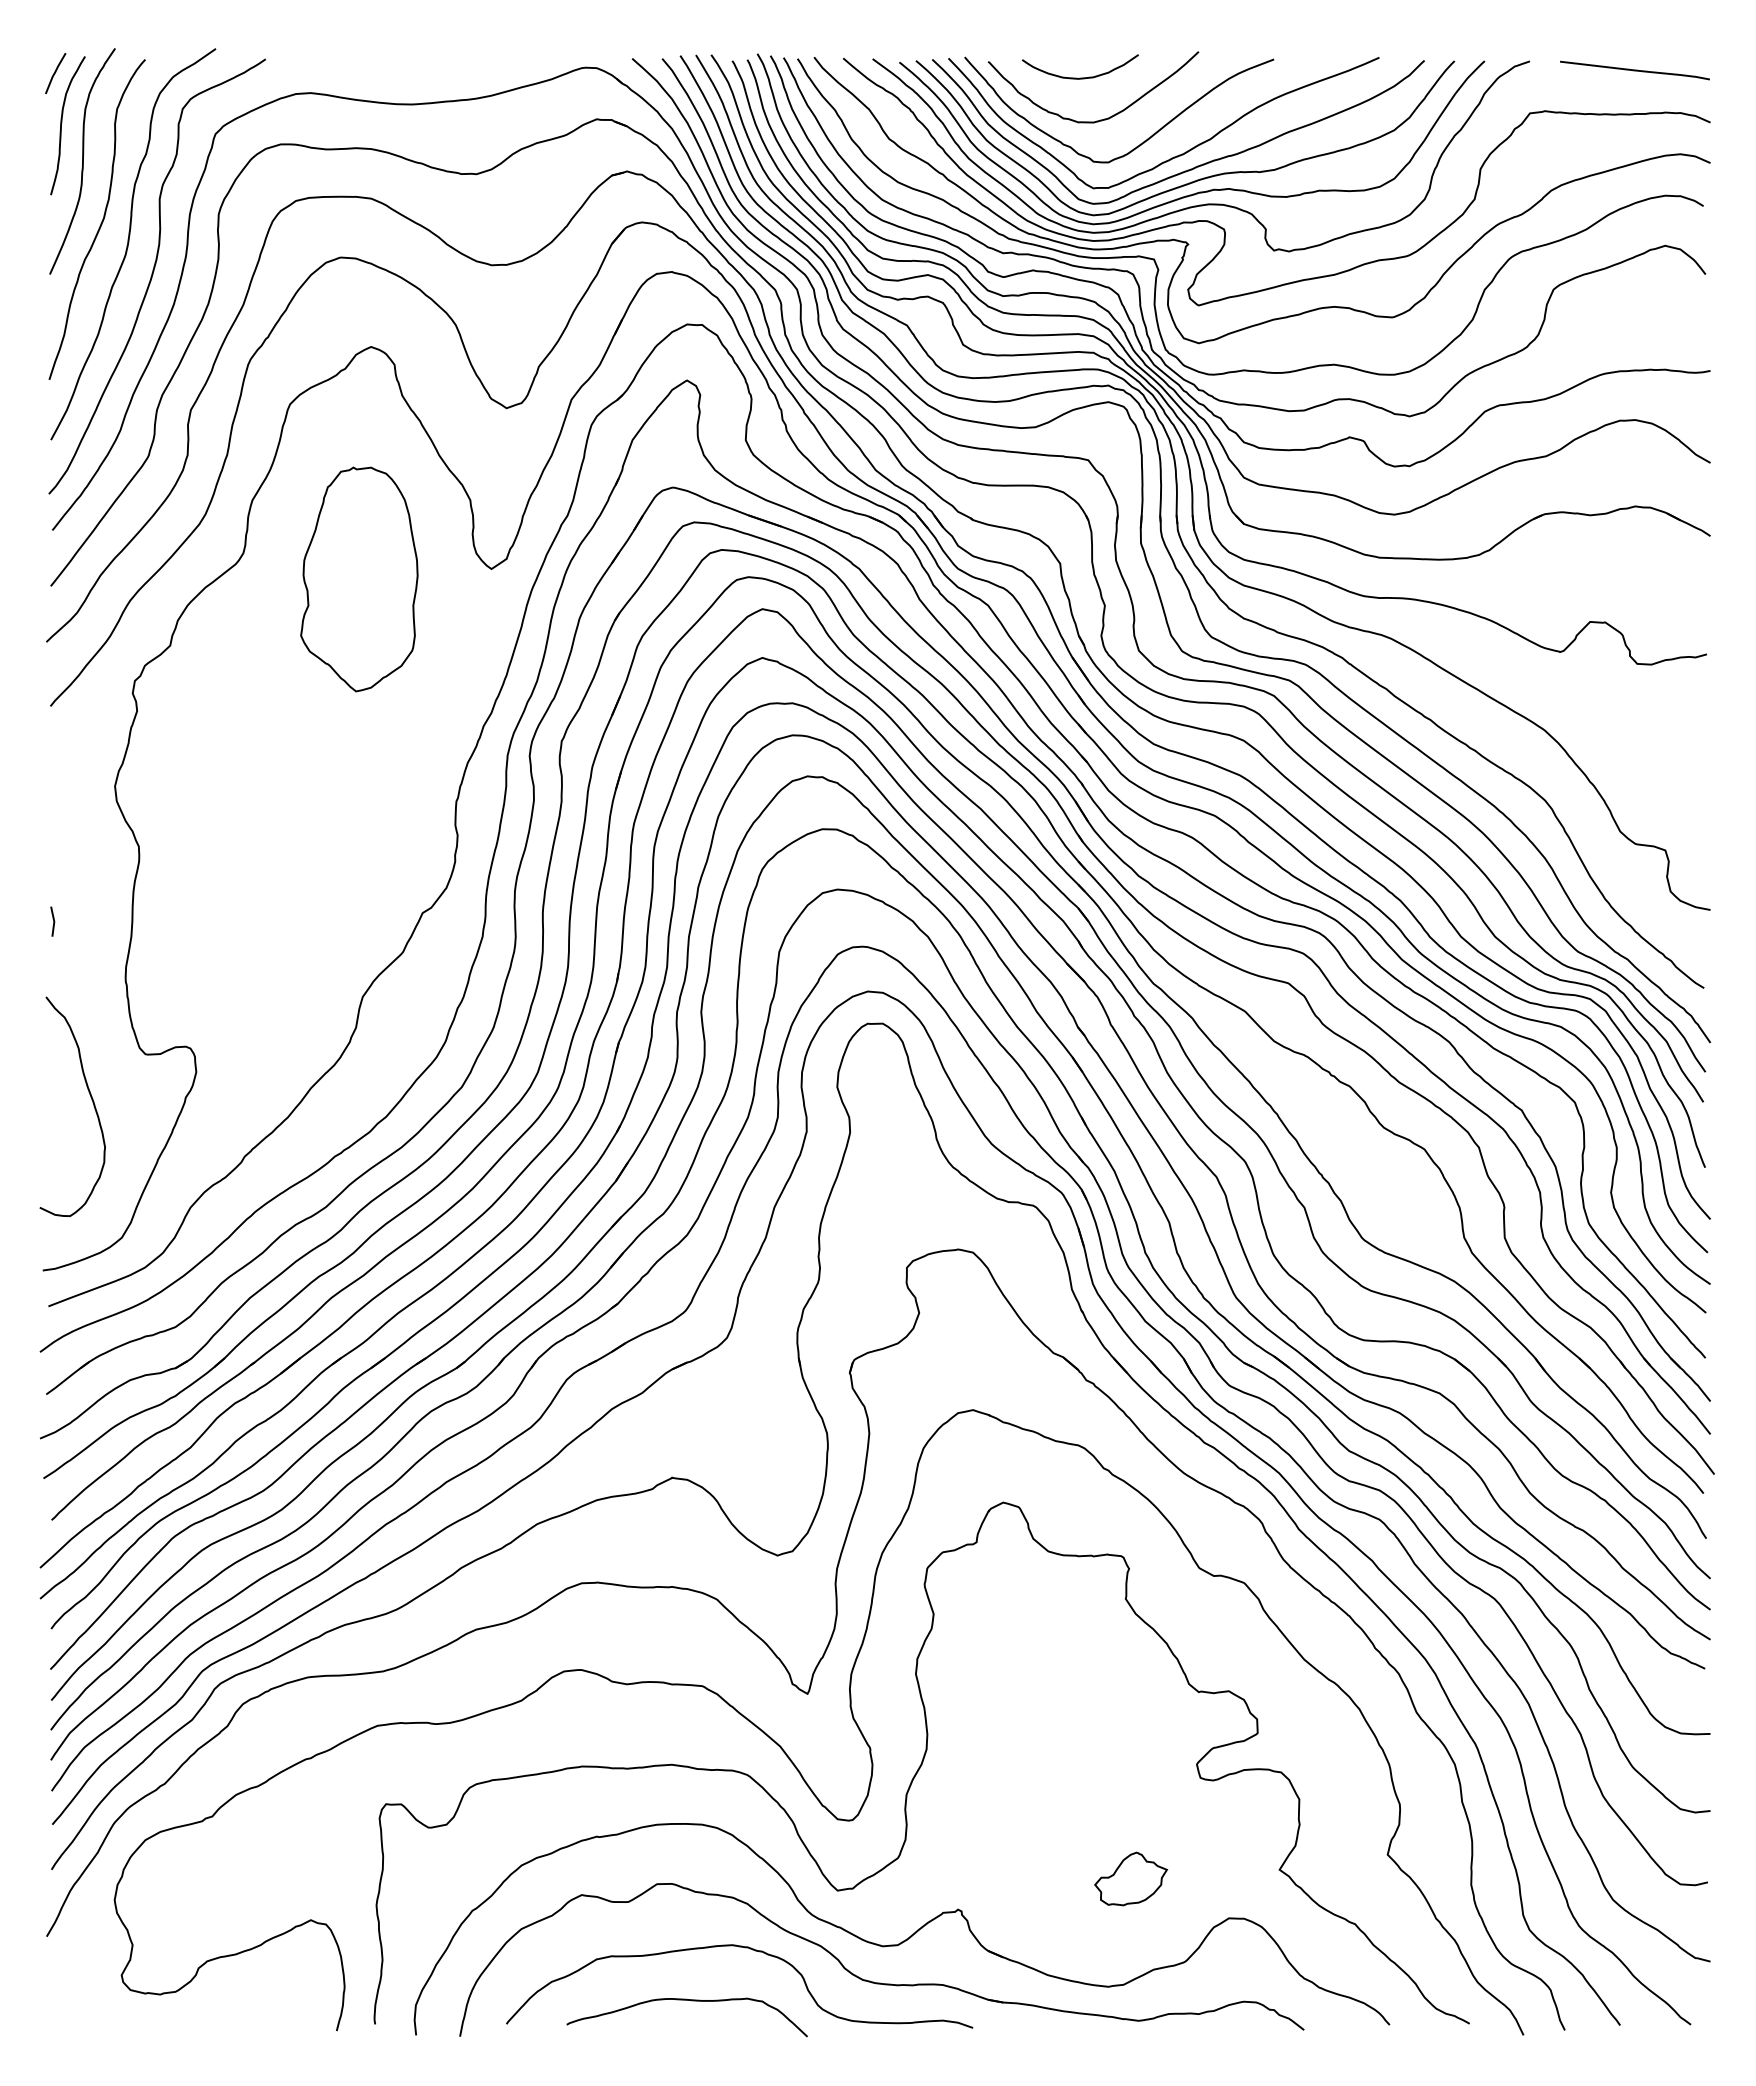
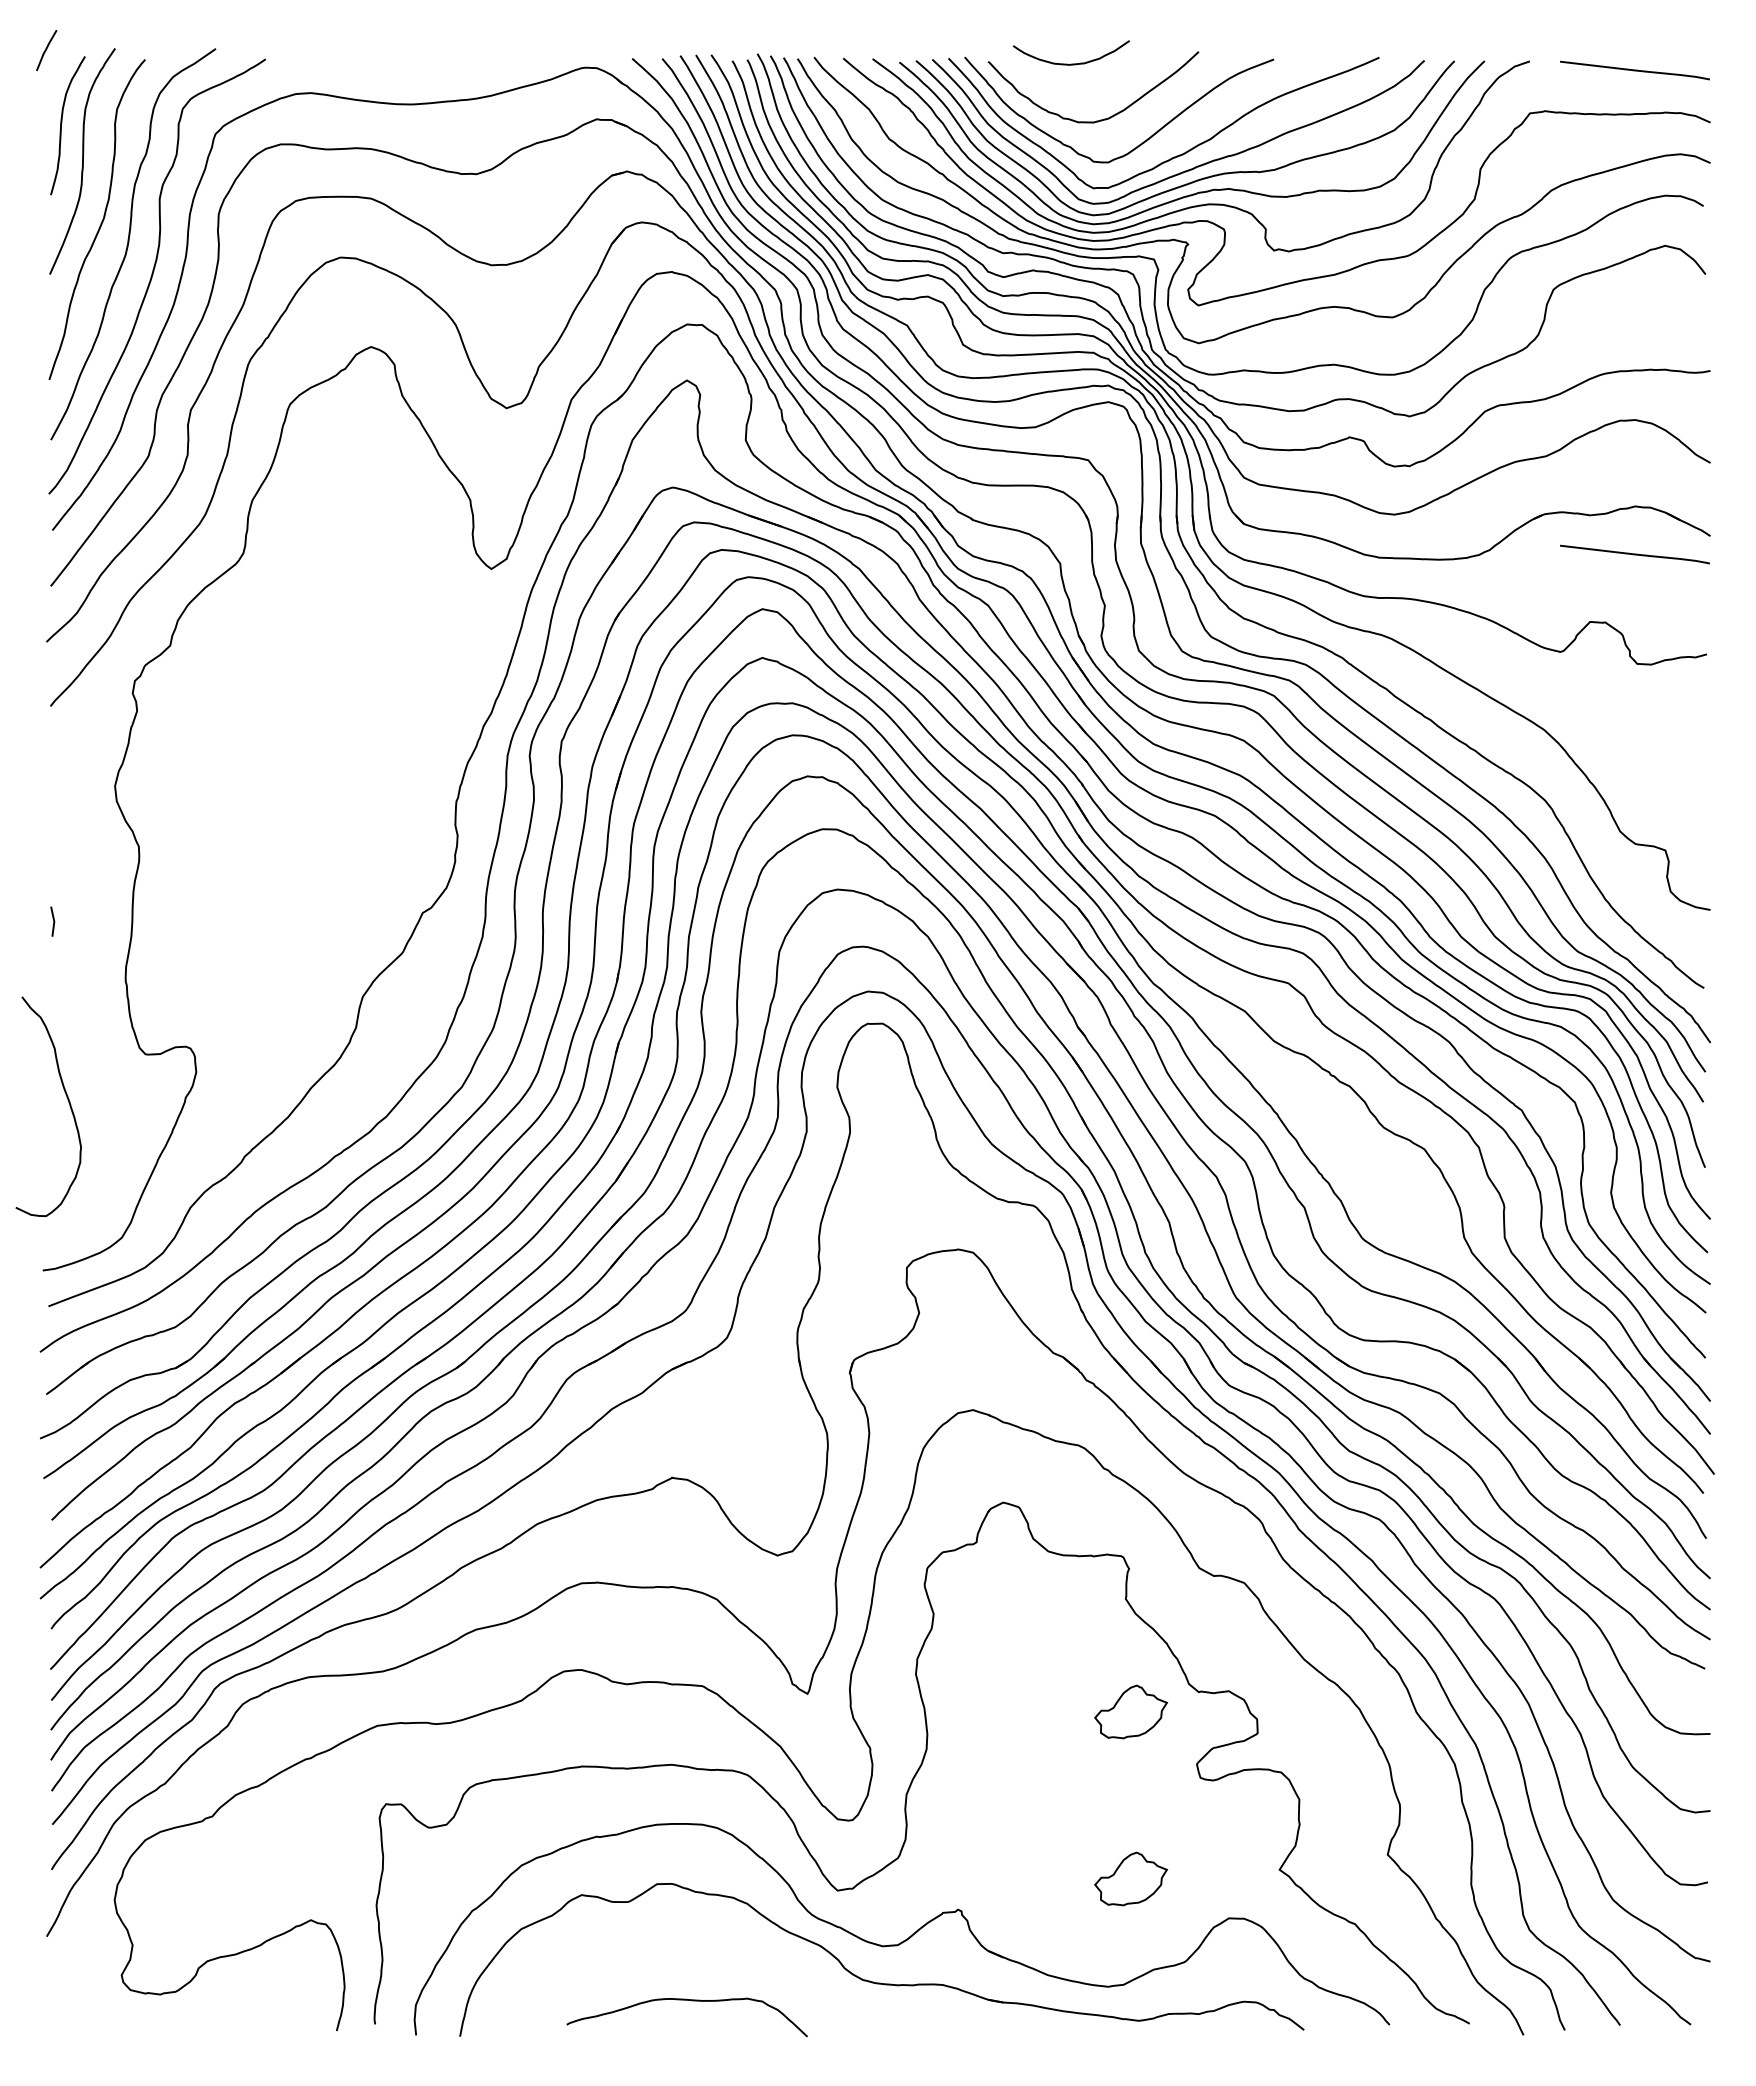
line at (55, 73) position: (55, 73) -> (46, 50)
curve at (1080, 77) position: (1080, 77) -> (1071, 63)
curve at (1634, 554): none -> present
part at (359, 579): present -> none
curve at (91, 1100) position: (91, 1100) -> (67, 1100)
part at (1131, 1711): none -> present
curve at (752, 1950): present -> none
